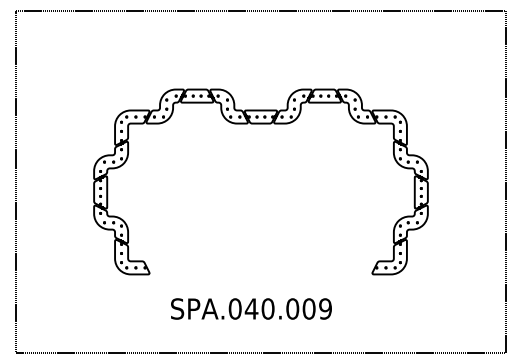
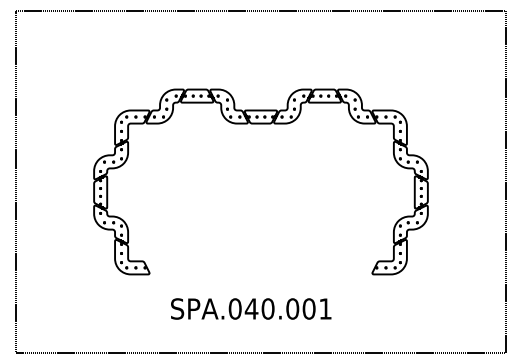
text at (325, 308): SPA.040.009 -> SPA.040.001
